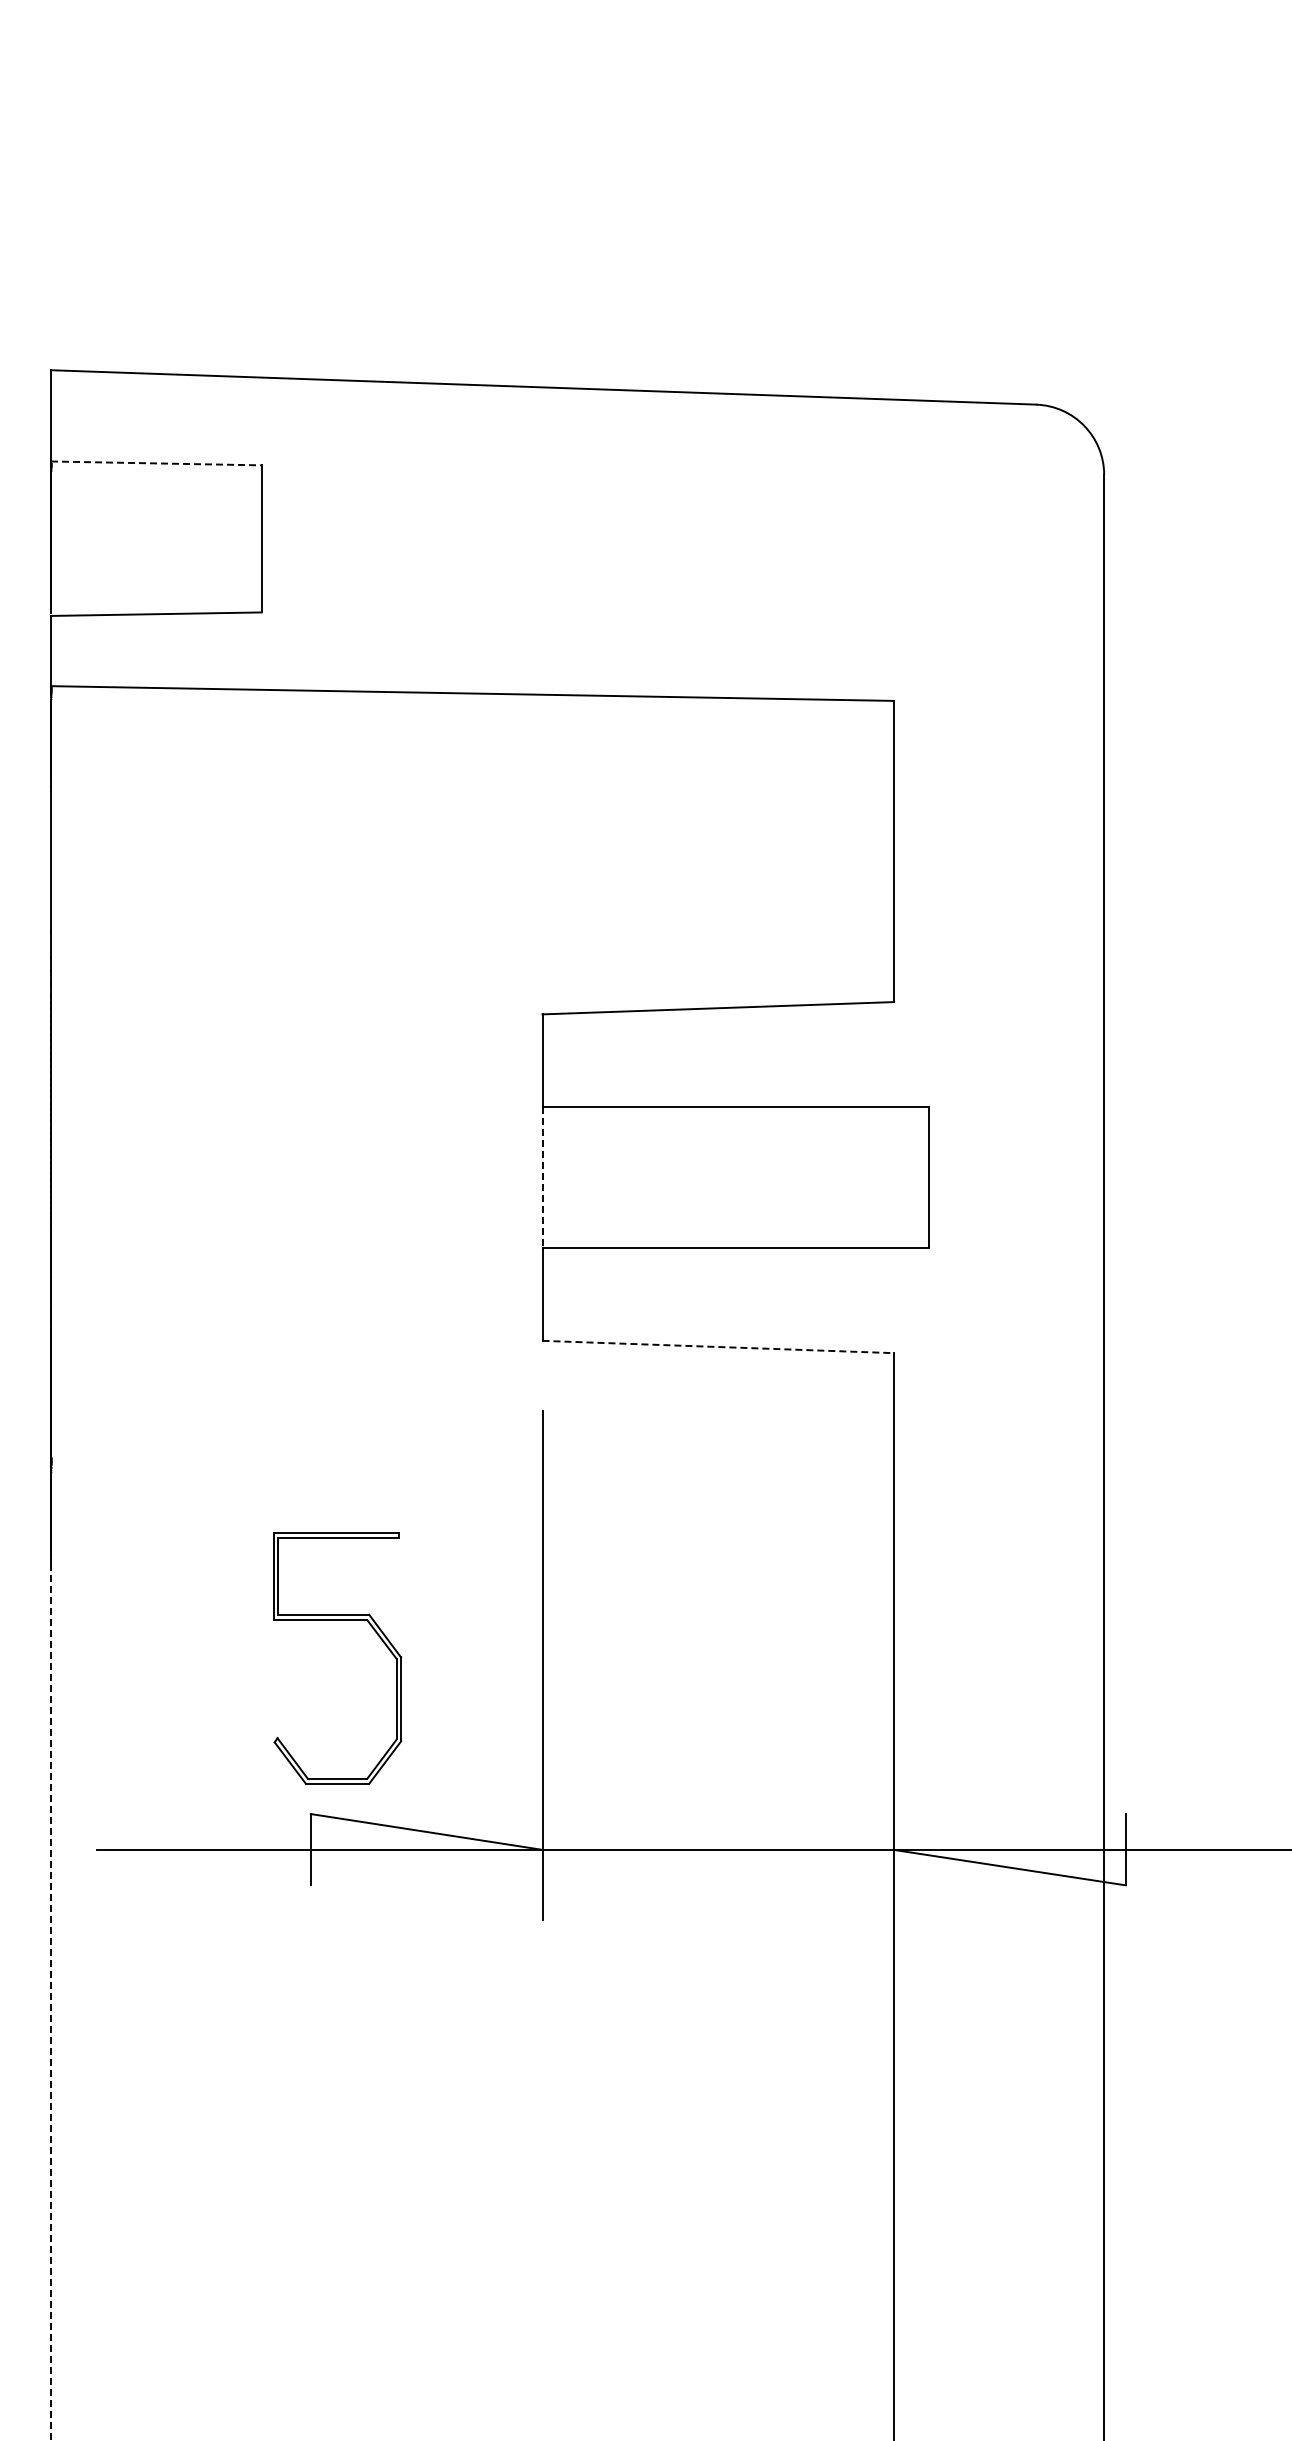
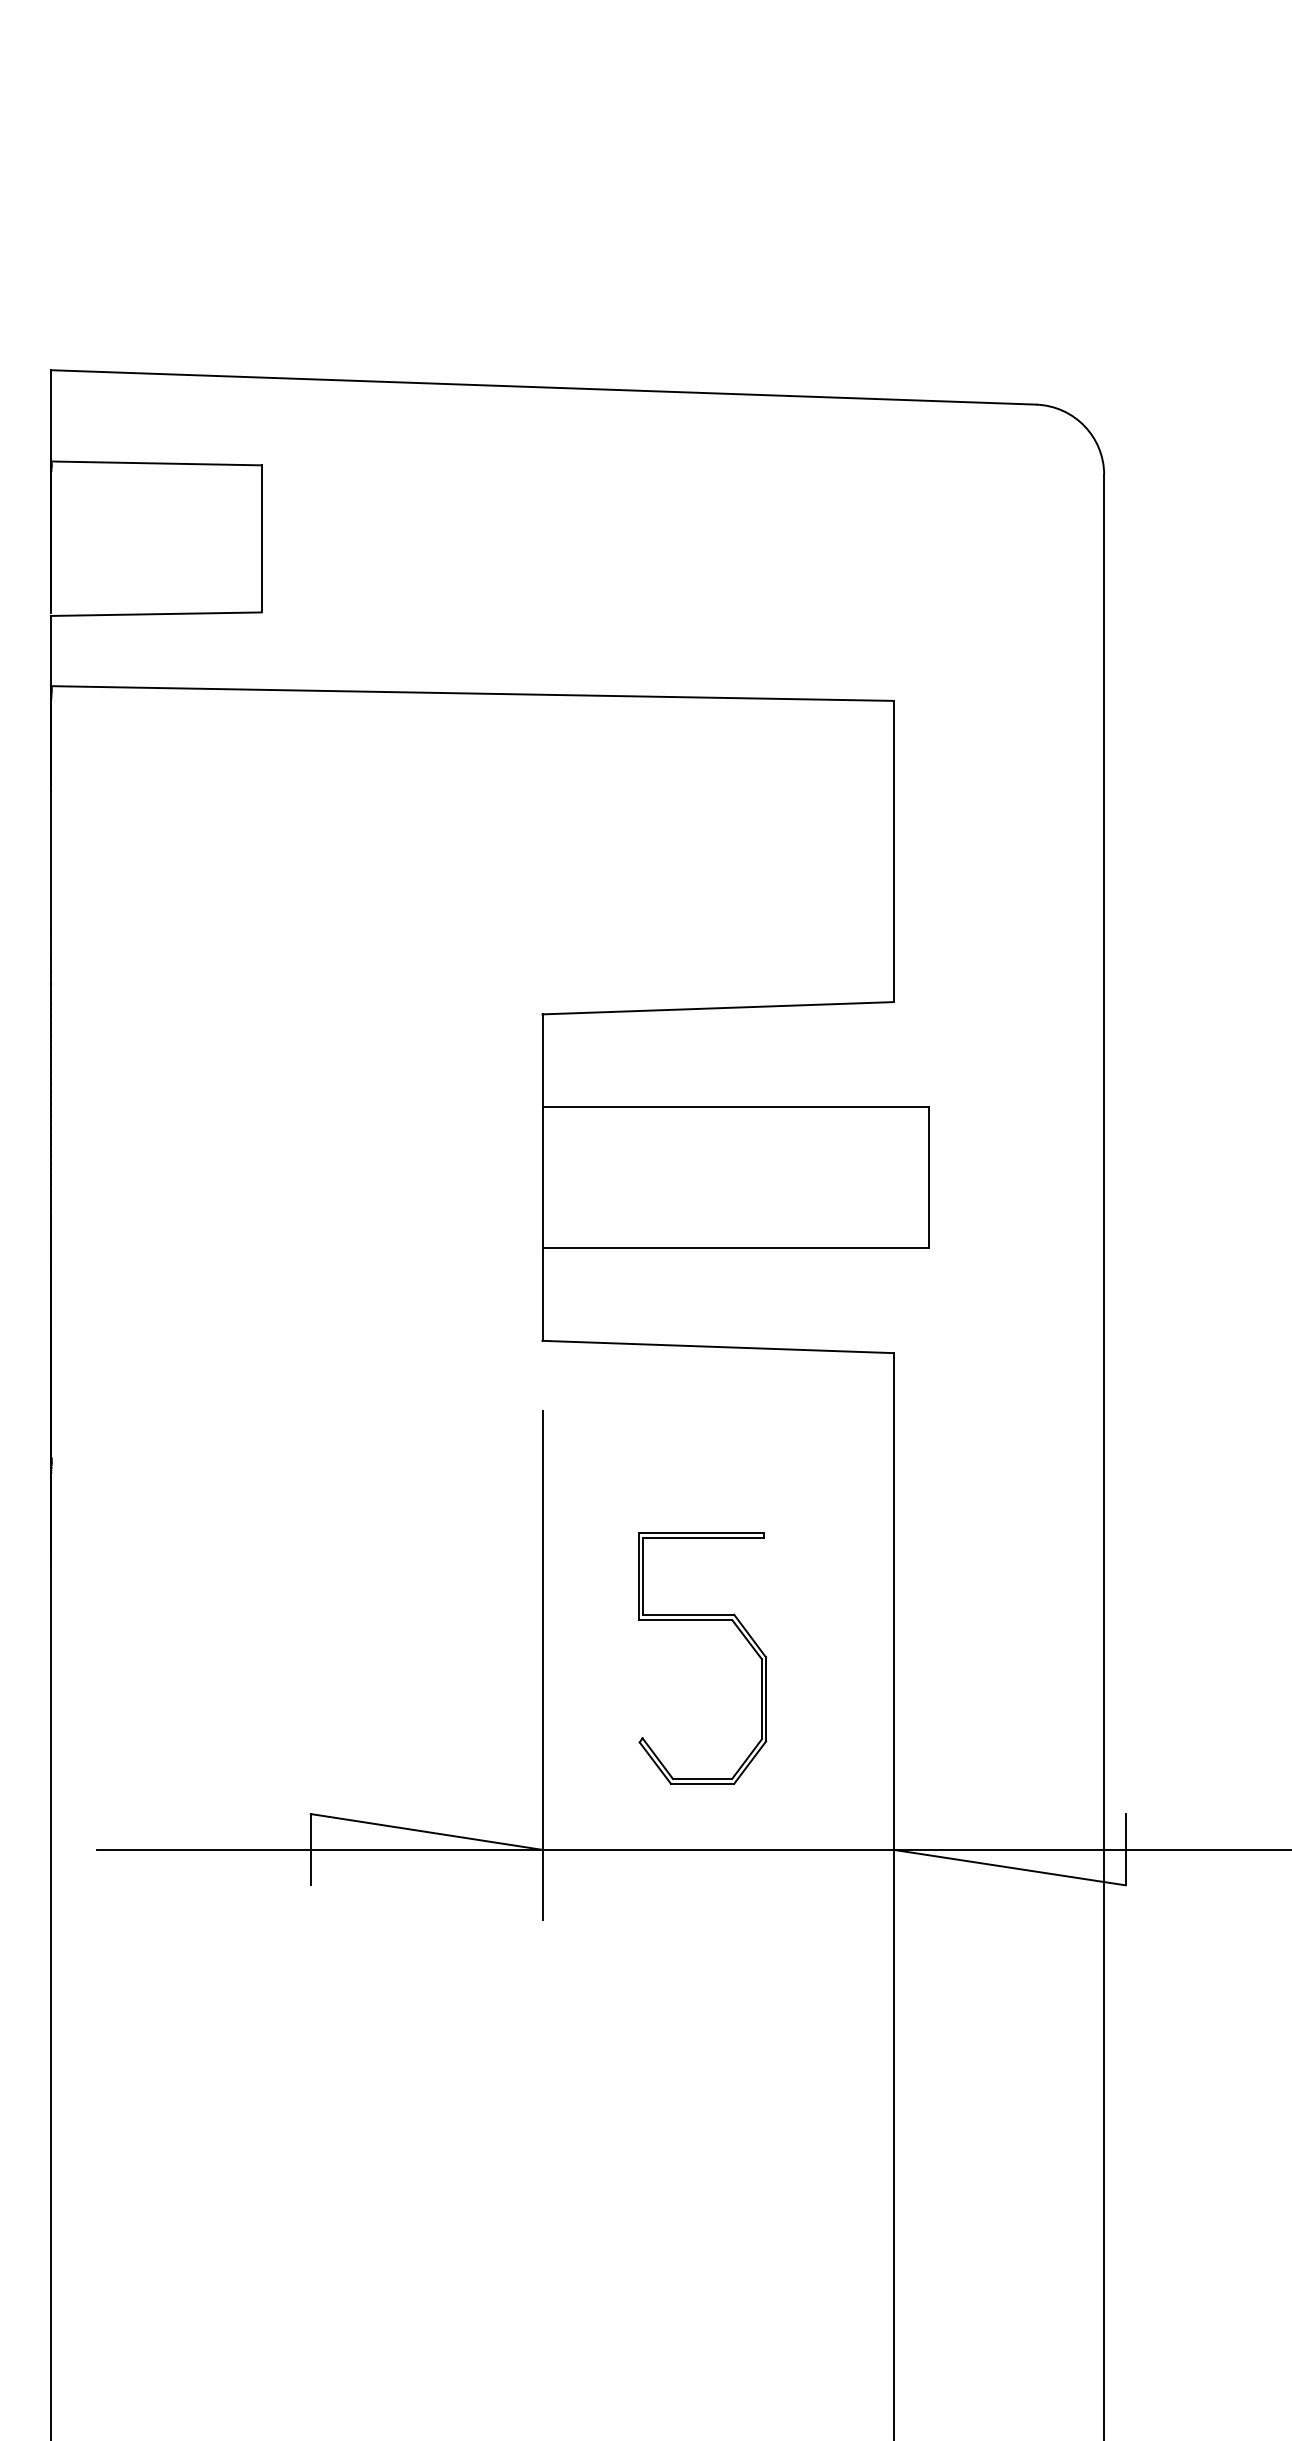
line at (156, 463): dashed -> solid
line at (542, 1178): dashed -> solid
line at (718, 1347): dashed -> solid
part at (337, 1620) position: (337, 1620) -> (702, 1620)
line at (51, 2002): dashed -> solid
